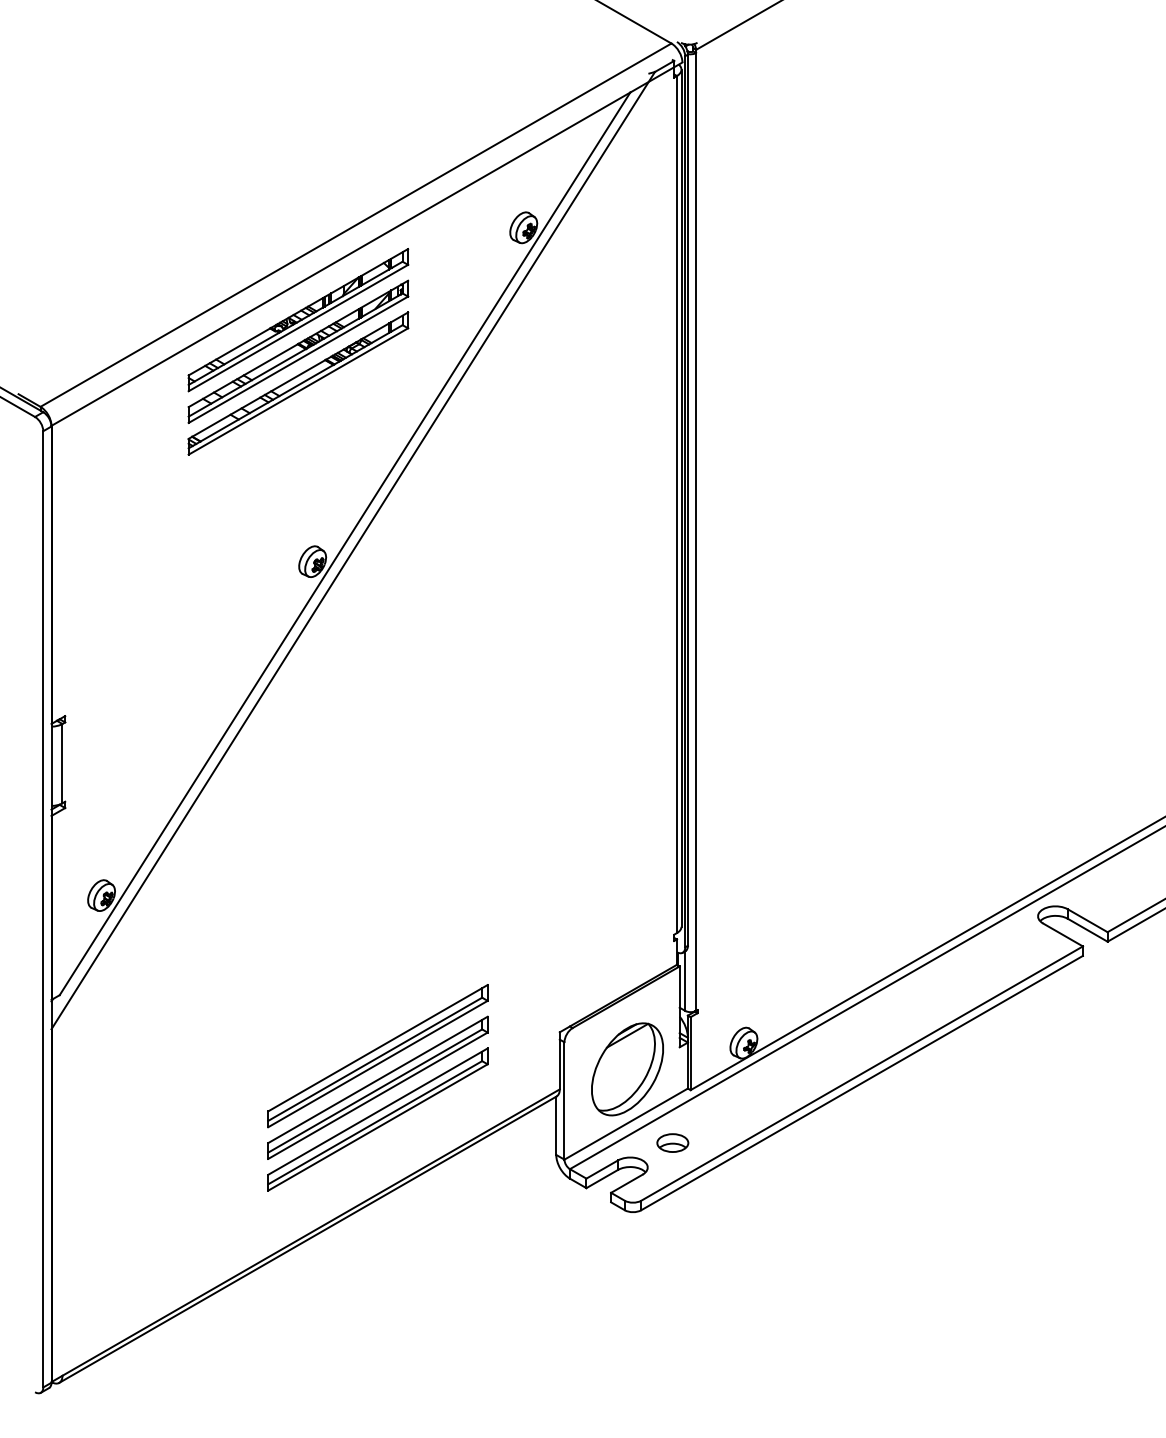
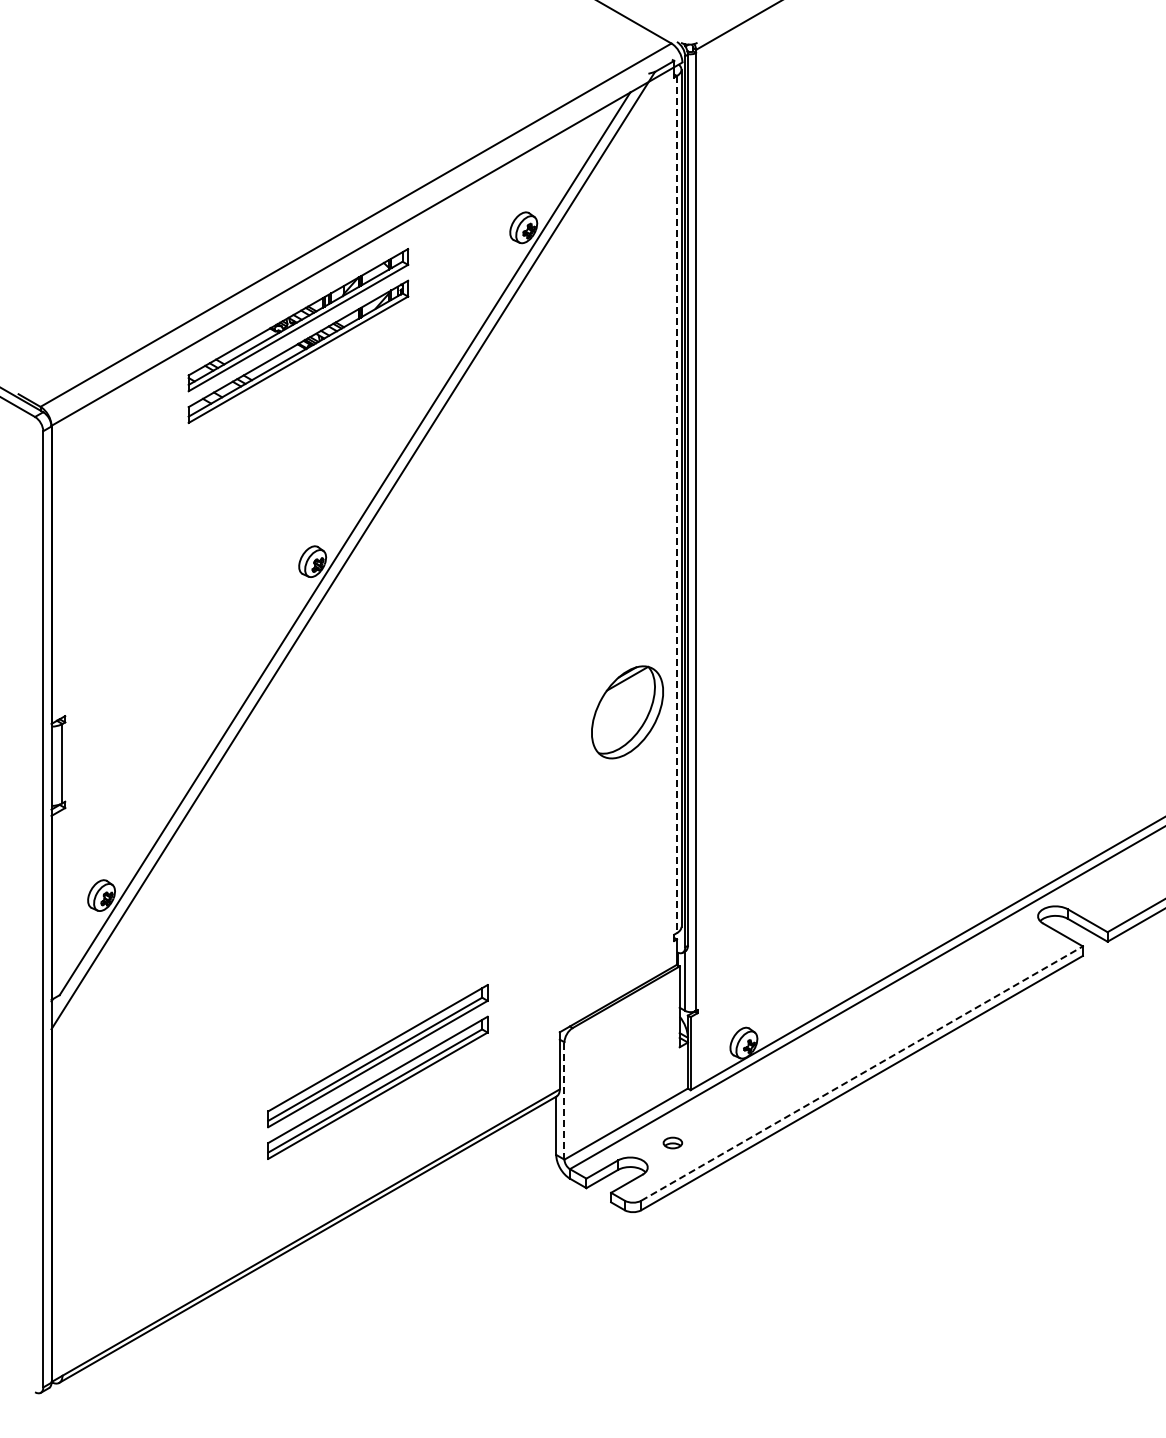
part at (298, 383): present -> none
line at (676, 504): solid -> dashed
part at (627, 1069) position: (627, 1069) -> (627, 712)
line at (862, 1073): solid -> dashed
line at (564, 1100): solid -> dashed
part at (377, 1119): present -> none
part at (672, 1142) size: 34x20 px -> 22x14 px
